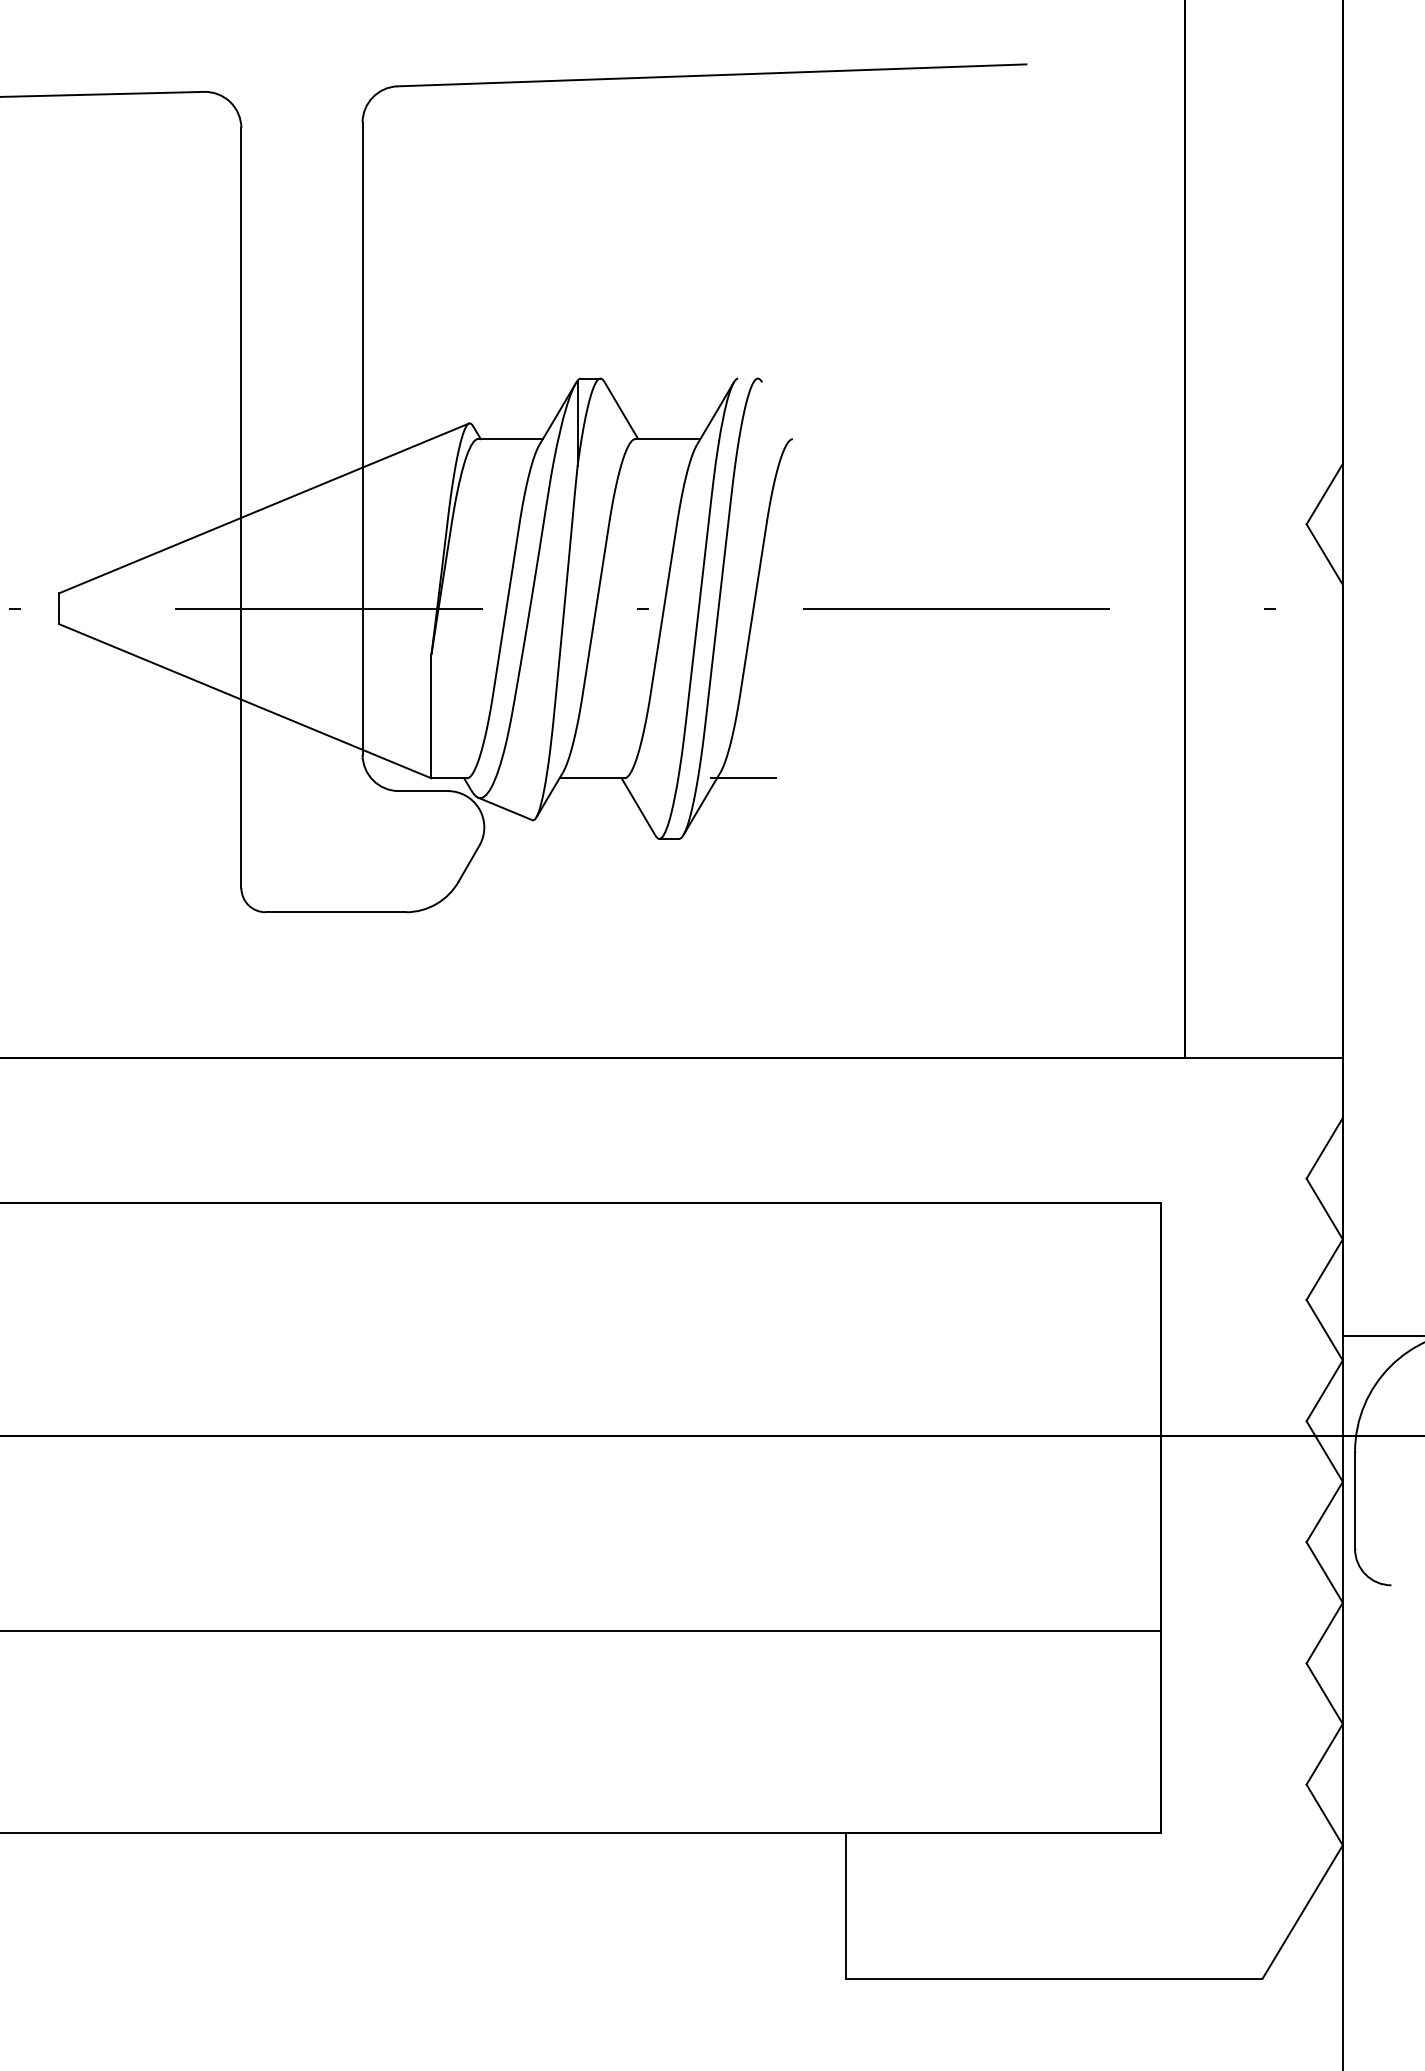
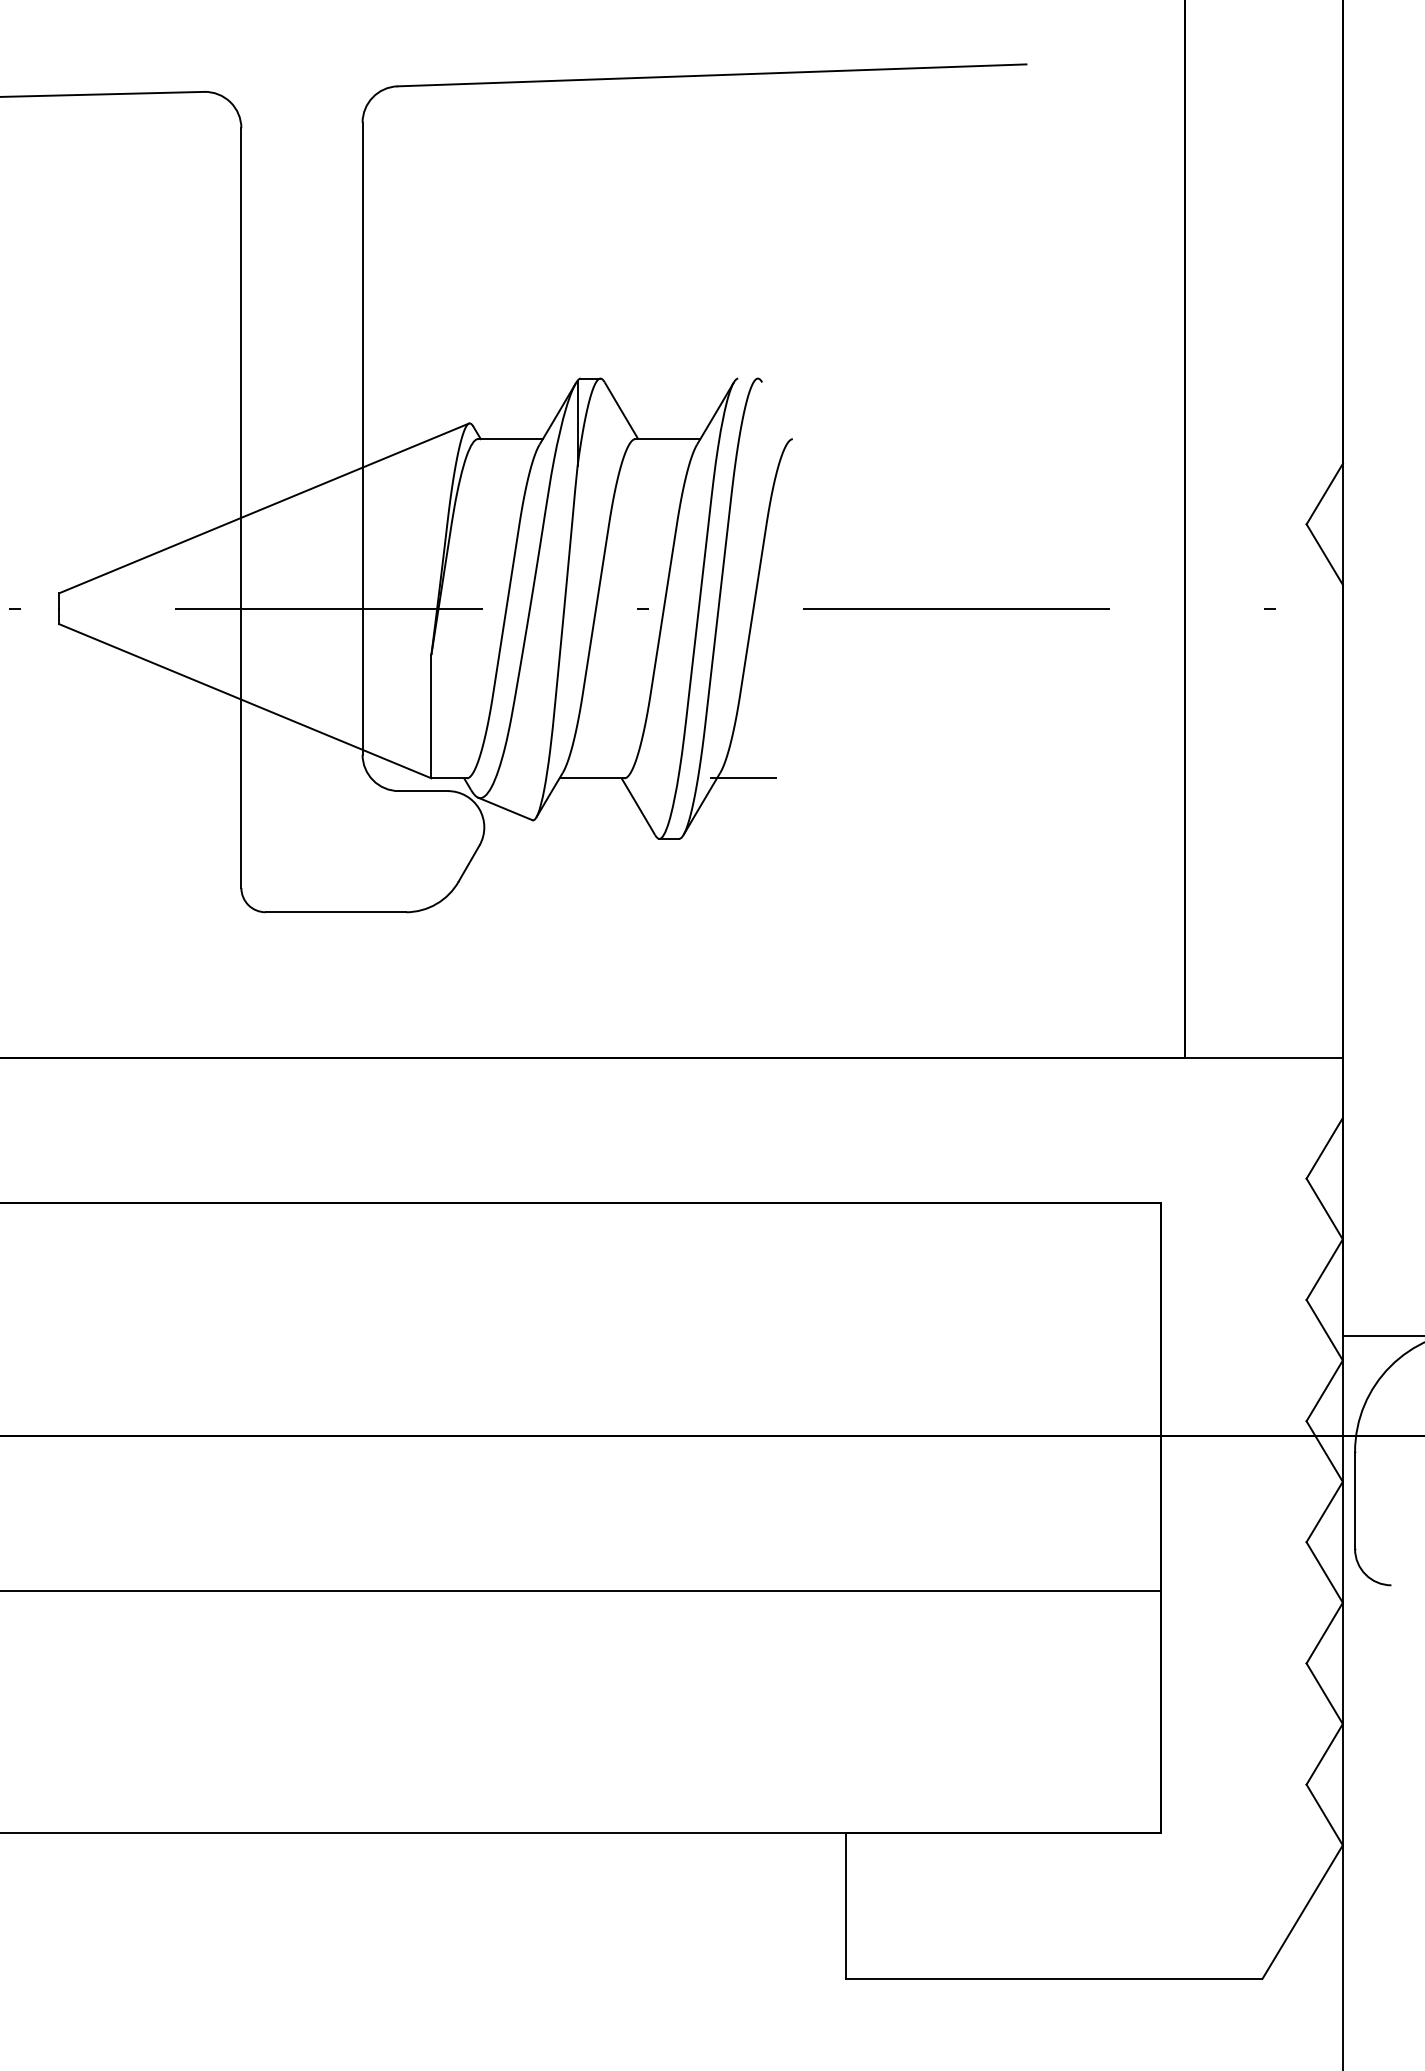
line at (581, 1630) position: (581, 1630) -> (581, 1590)
